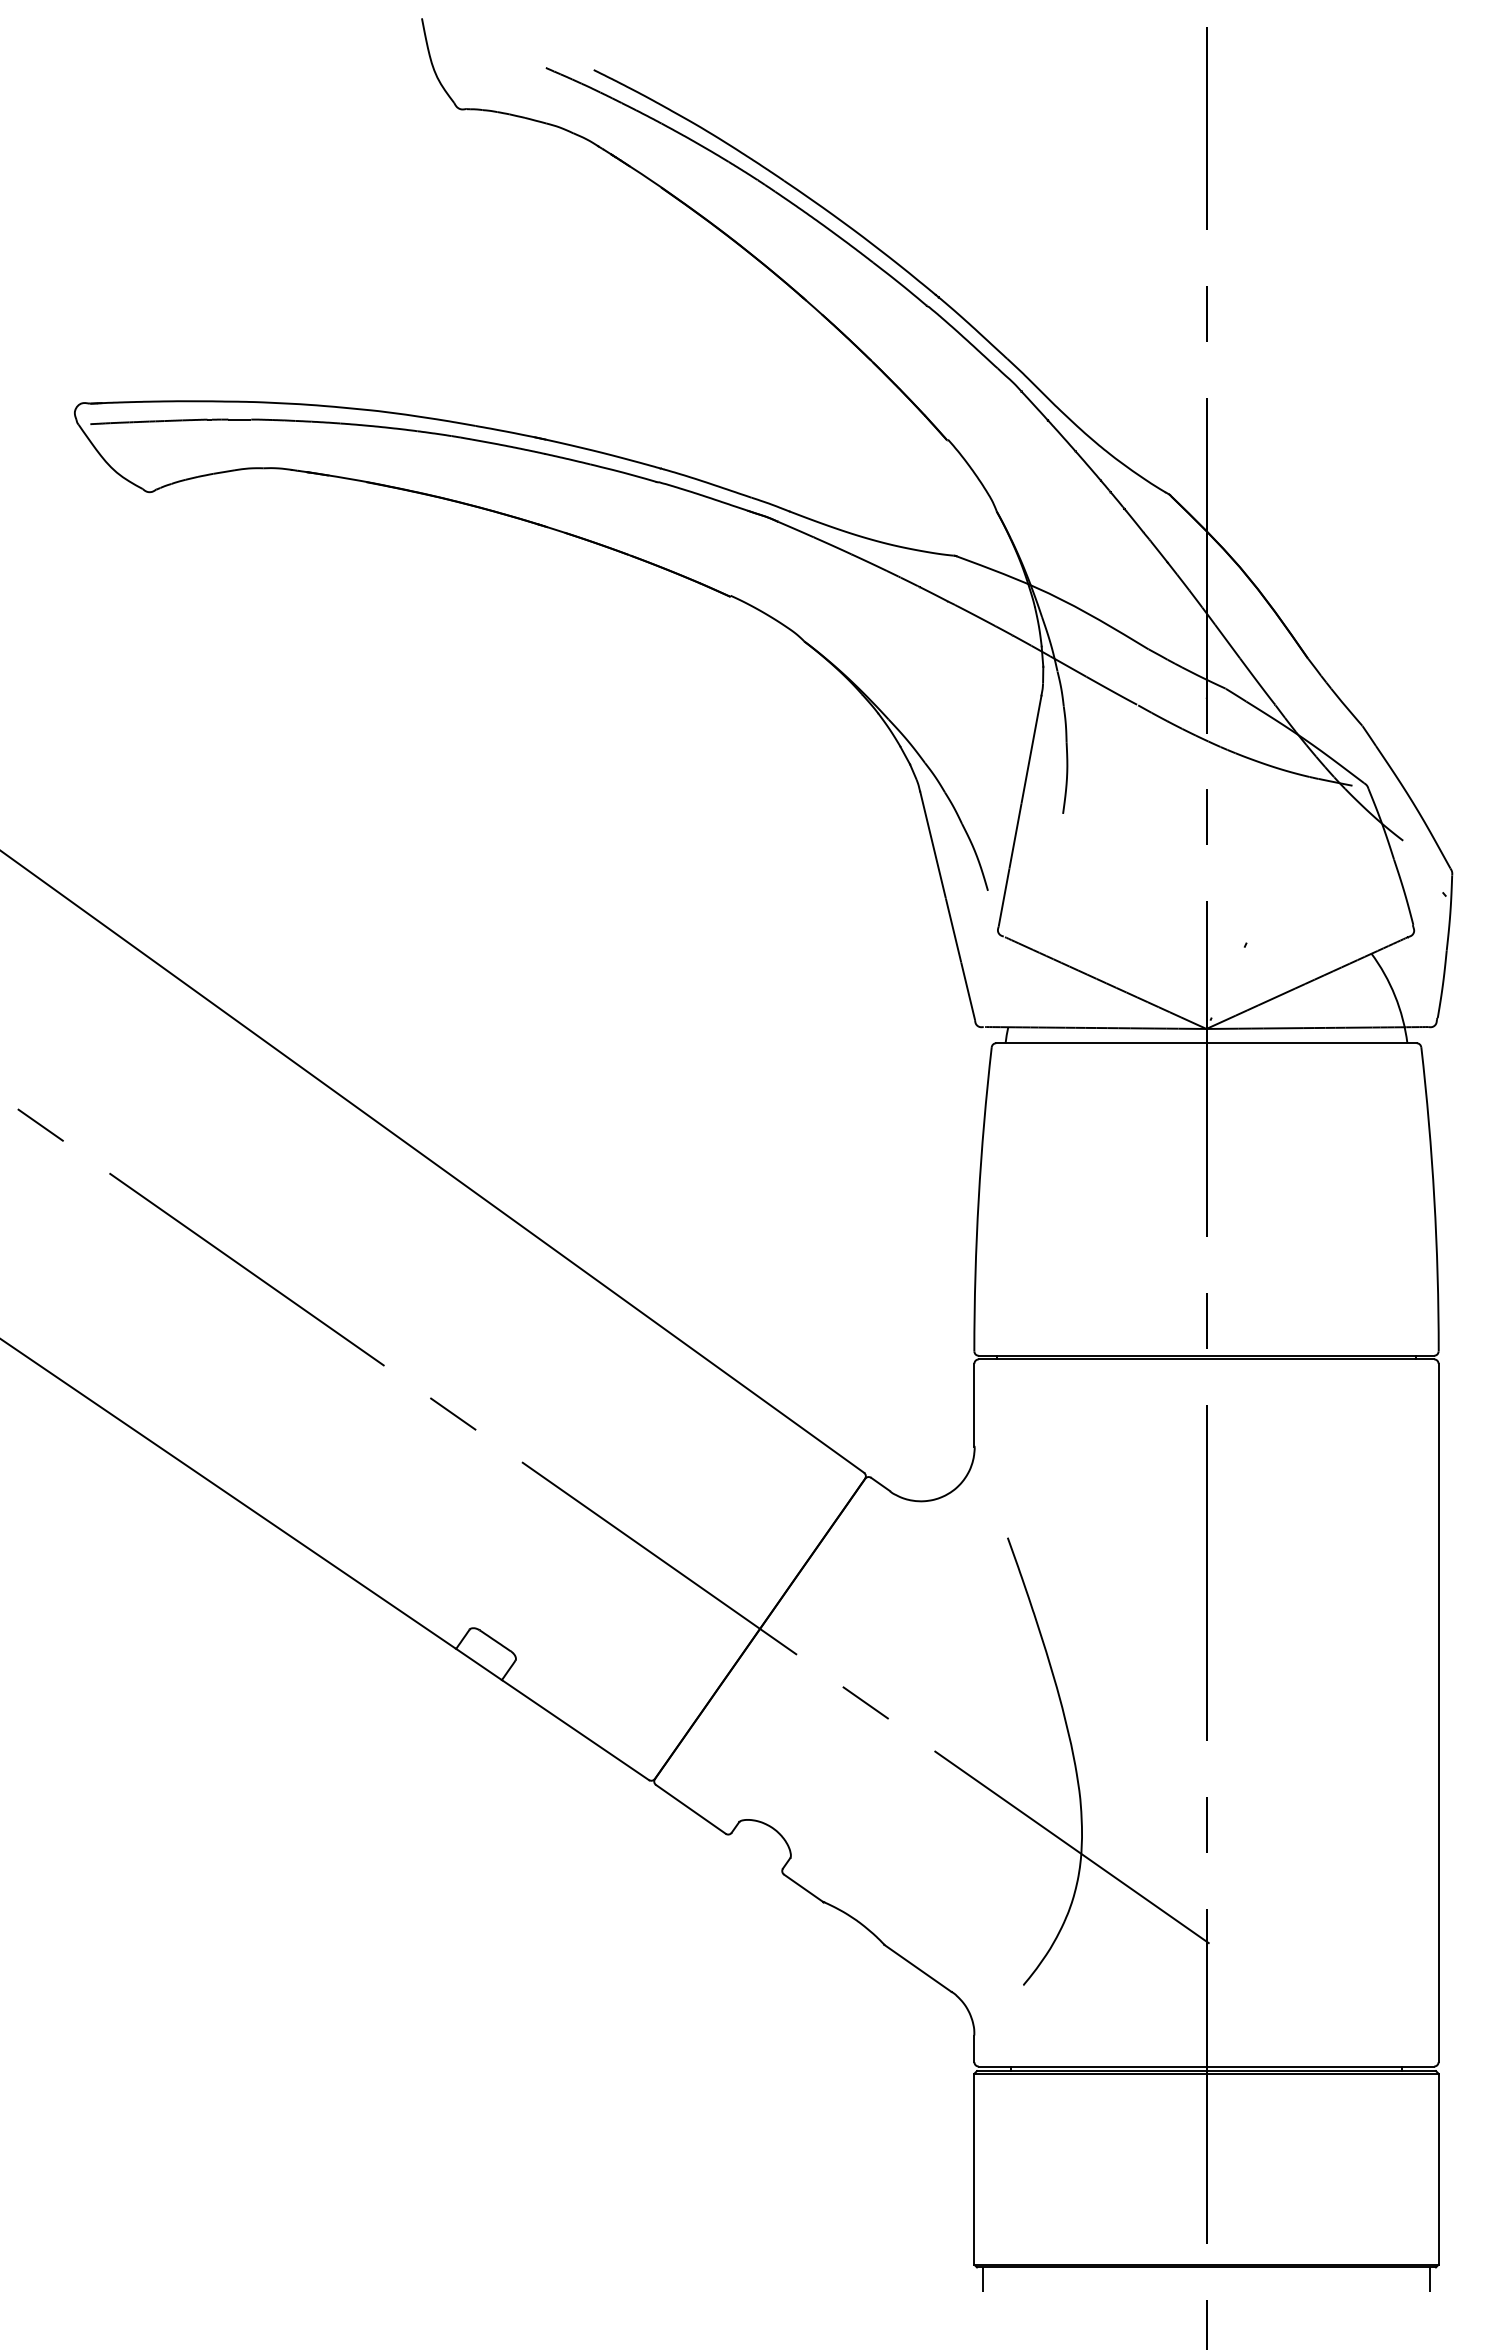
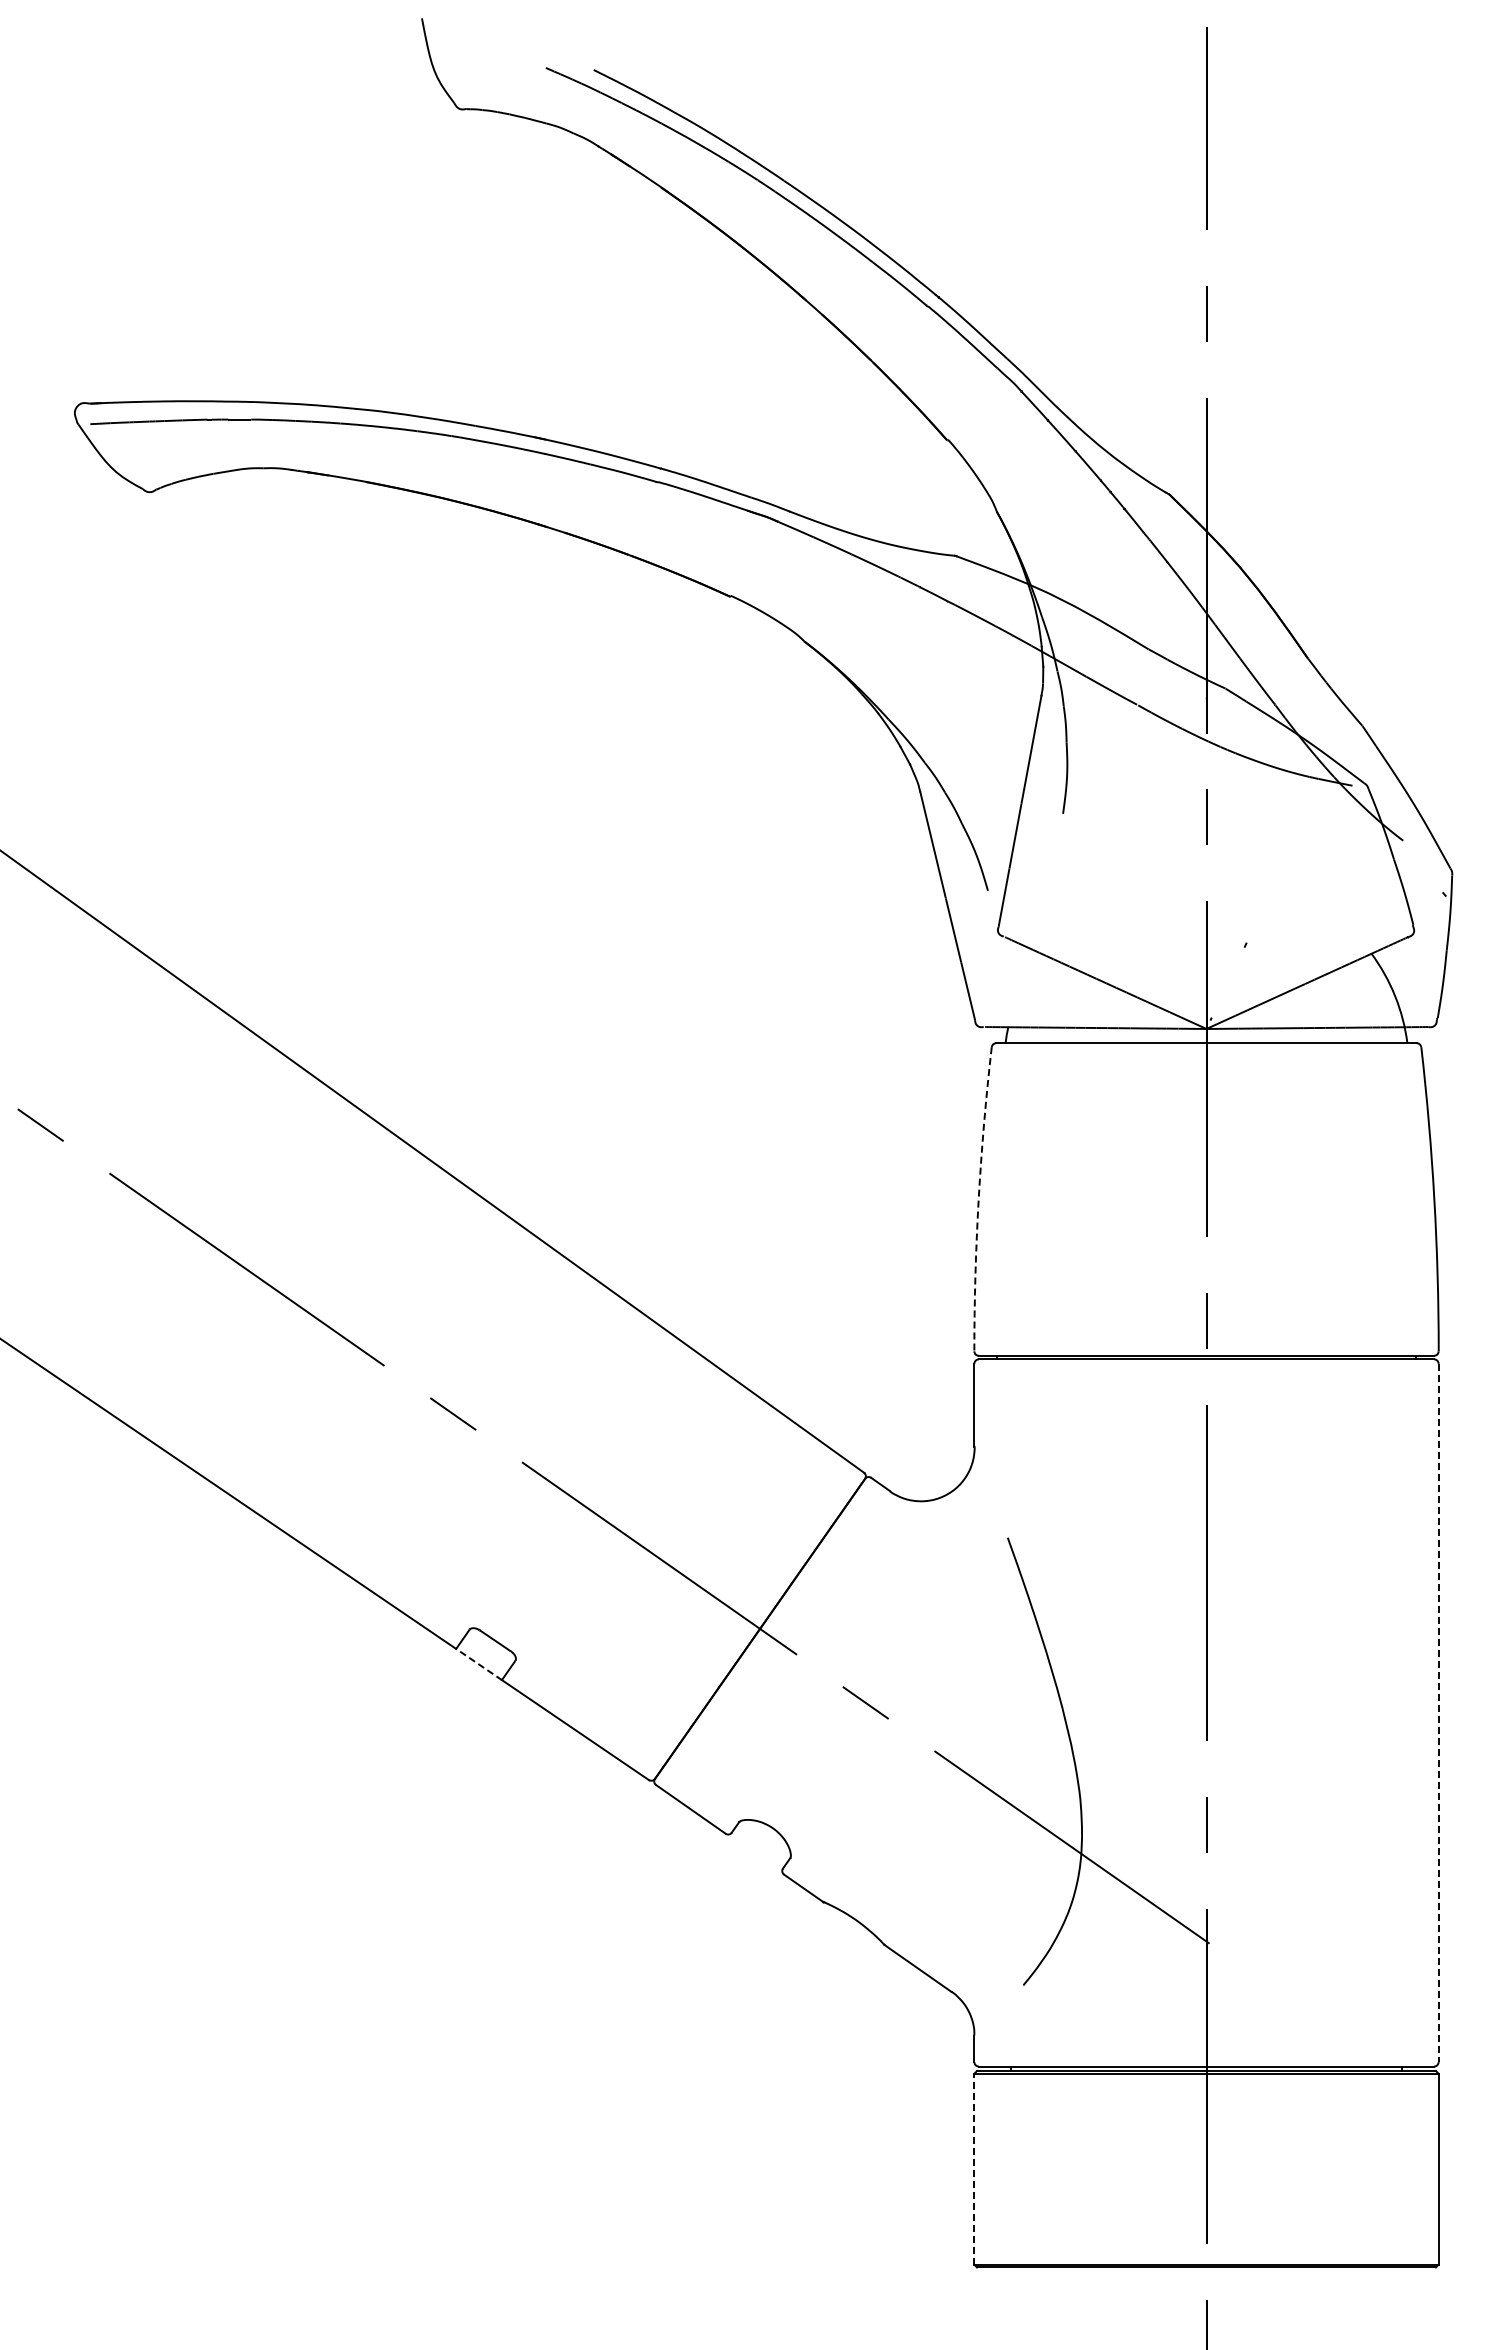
arc at (978, 1198): solid -> dashed
line at (478, 1664): solid -> dashed
line at (1438, 1713): solid -> dashed
line at (974, 2169): solid -> dashed
line at (983, 2279): present -> none
line at (1429, 2279): present -> none
